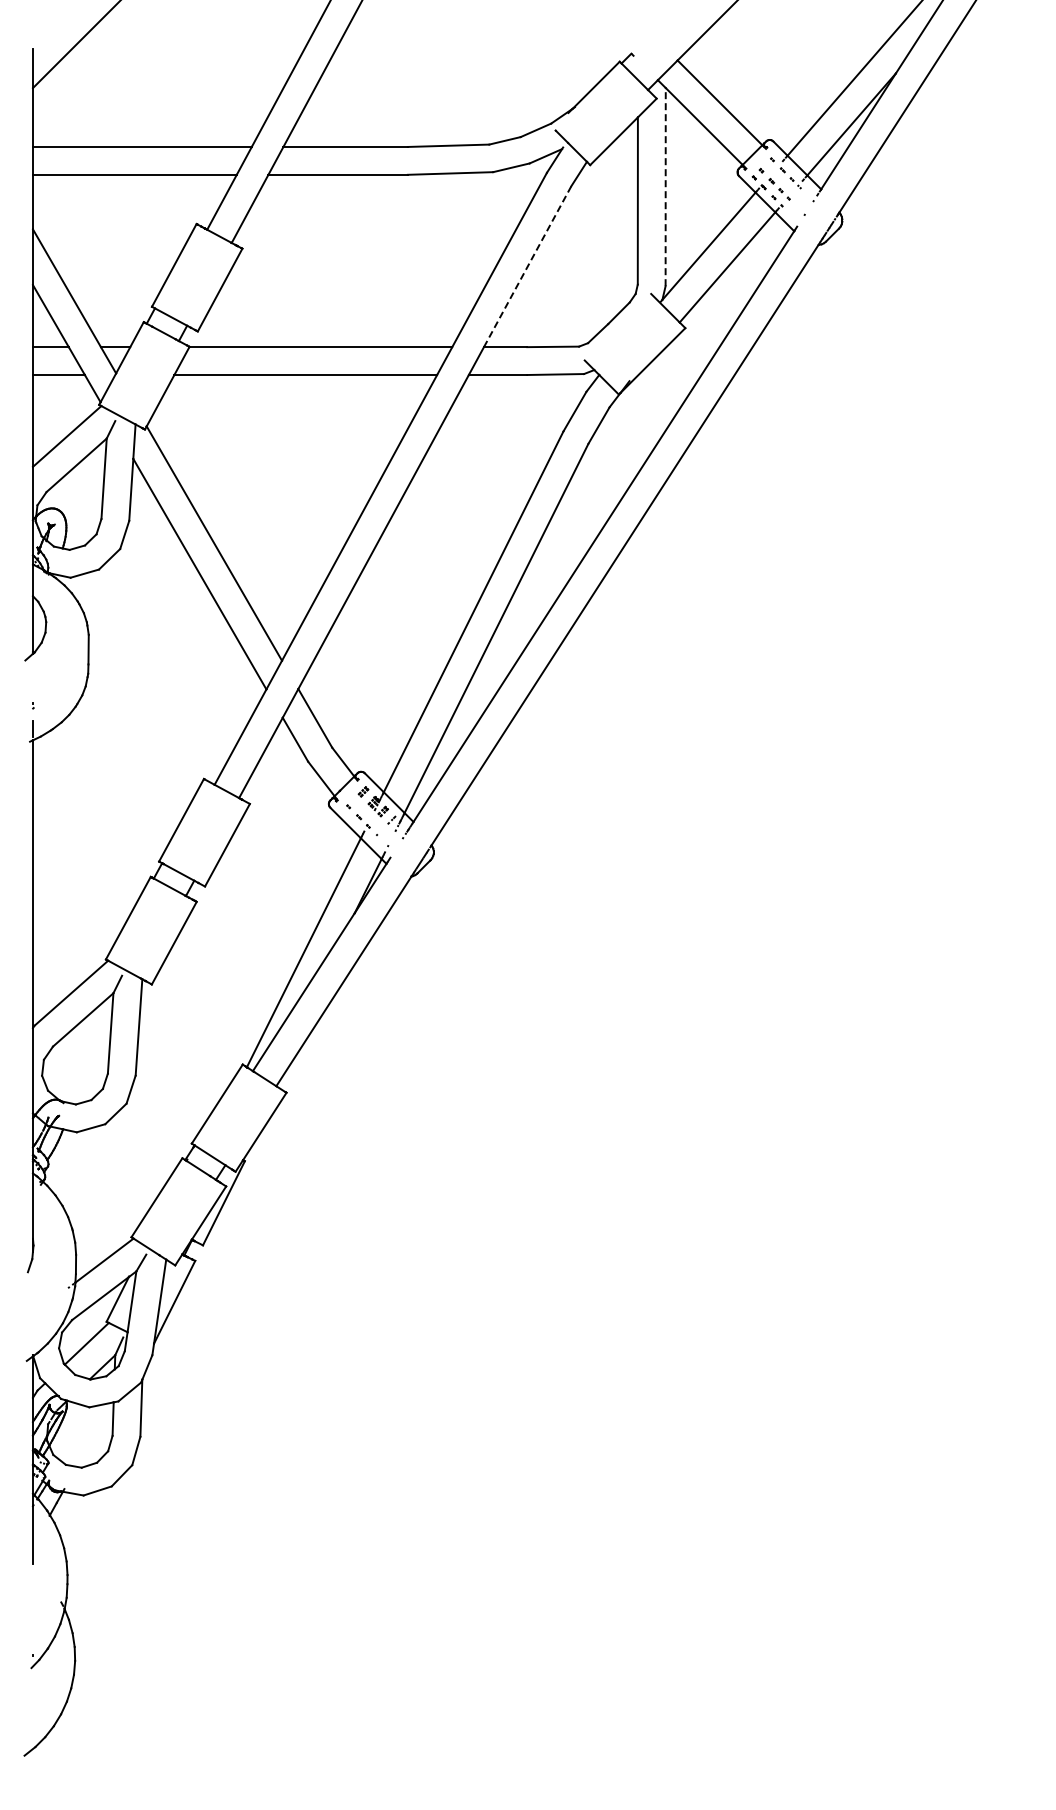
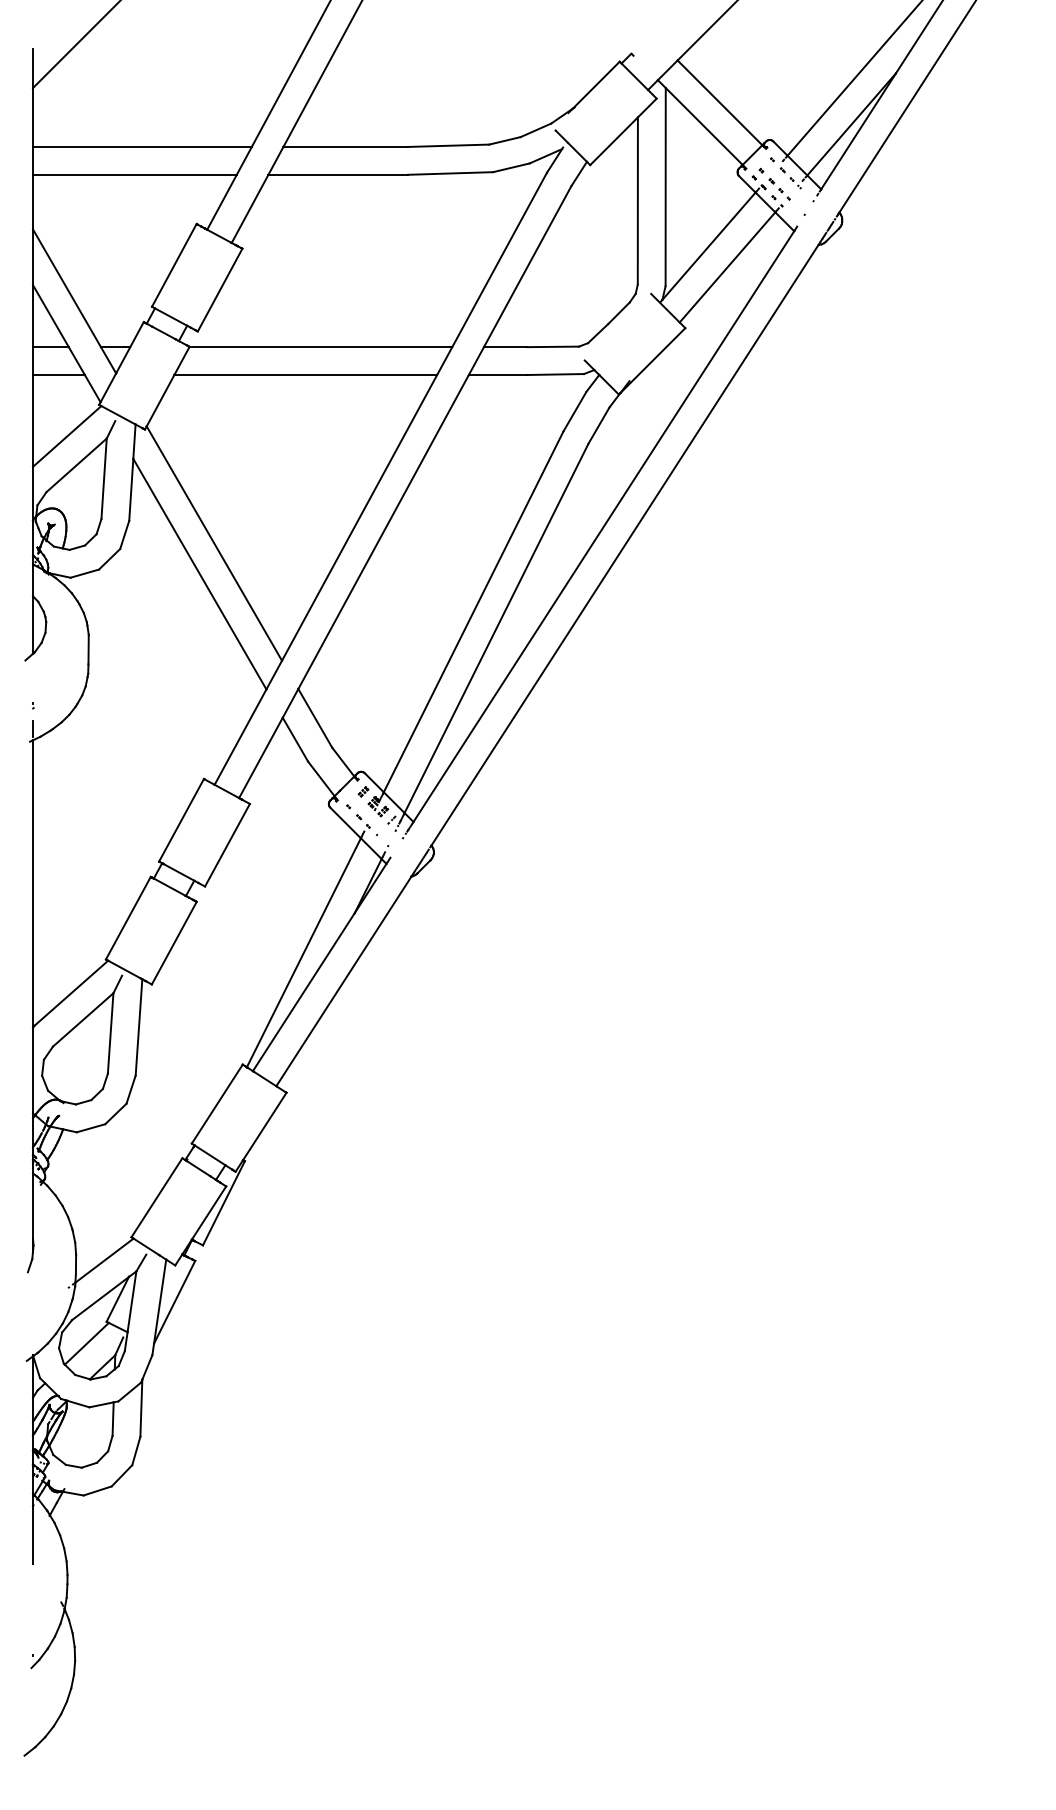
line at (665, 186): dashed -> solid
line at (527, 266): dashed -> solid
